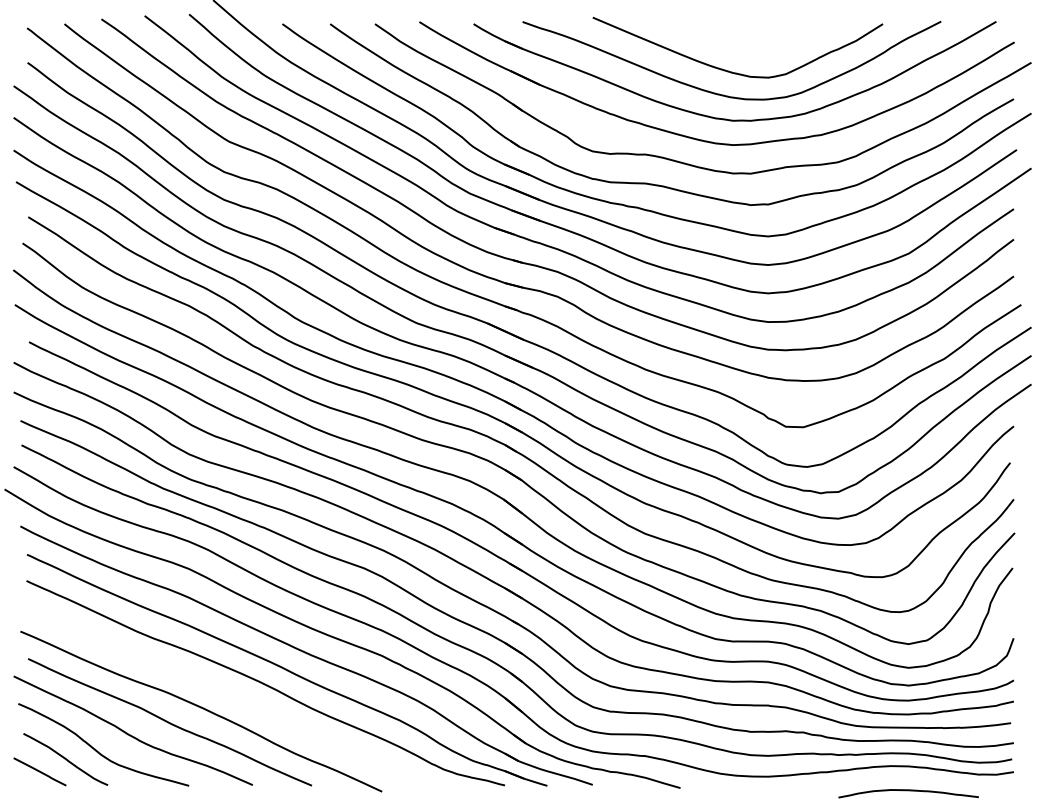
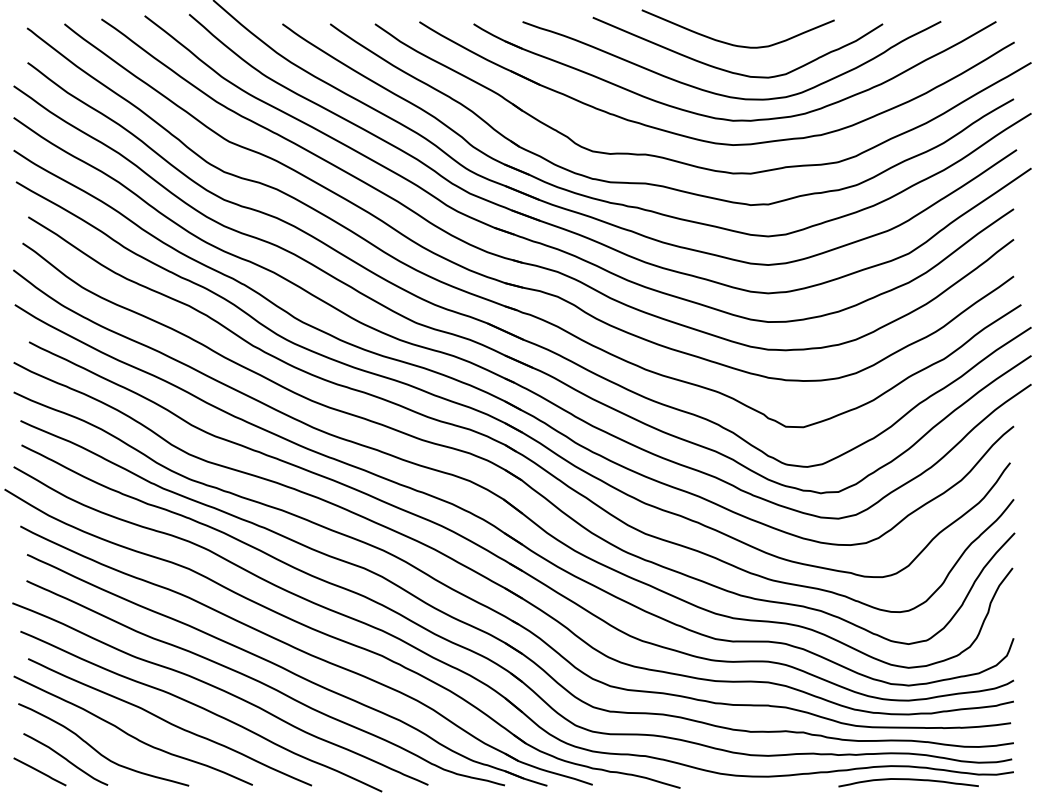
curve at (735, 44): none -> present
curve at (222, 691): none -> present
curve at (908, 791) position: (908, 791) -> (908, 780)
